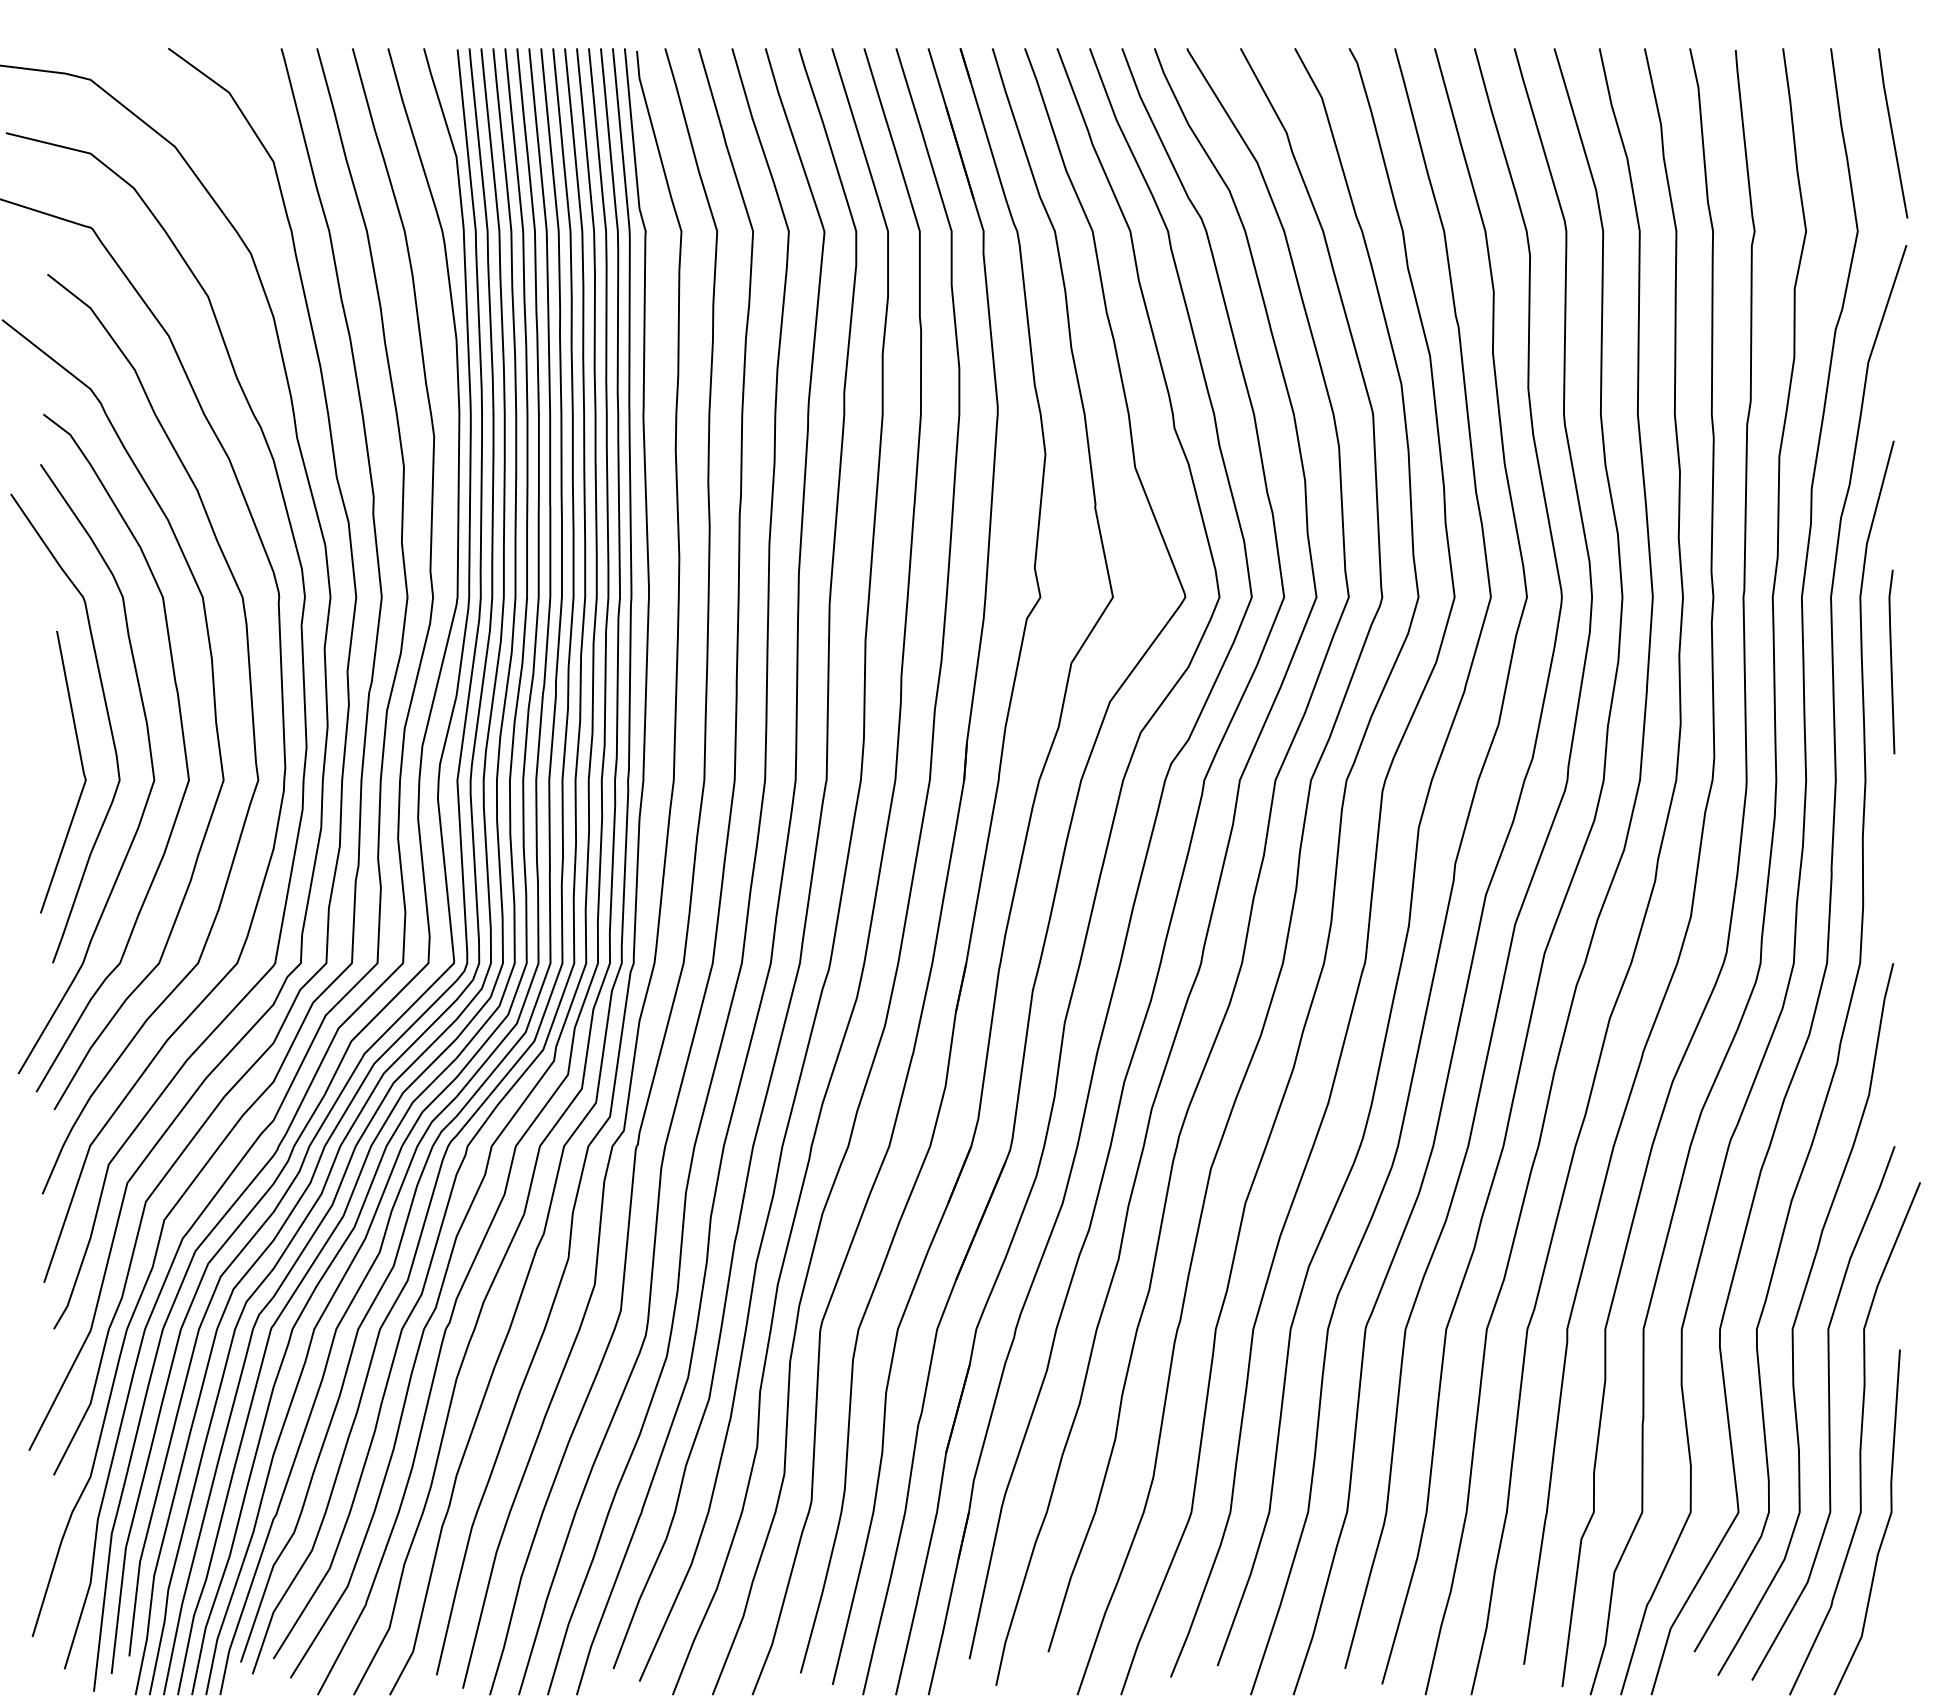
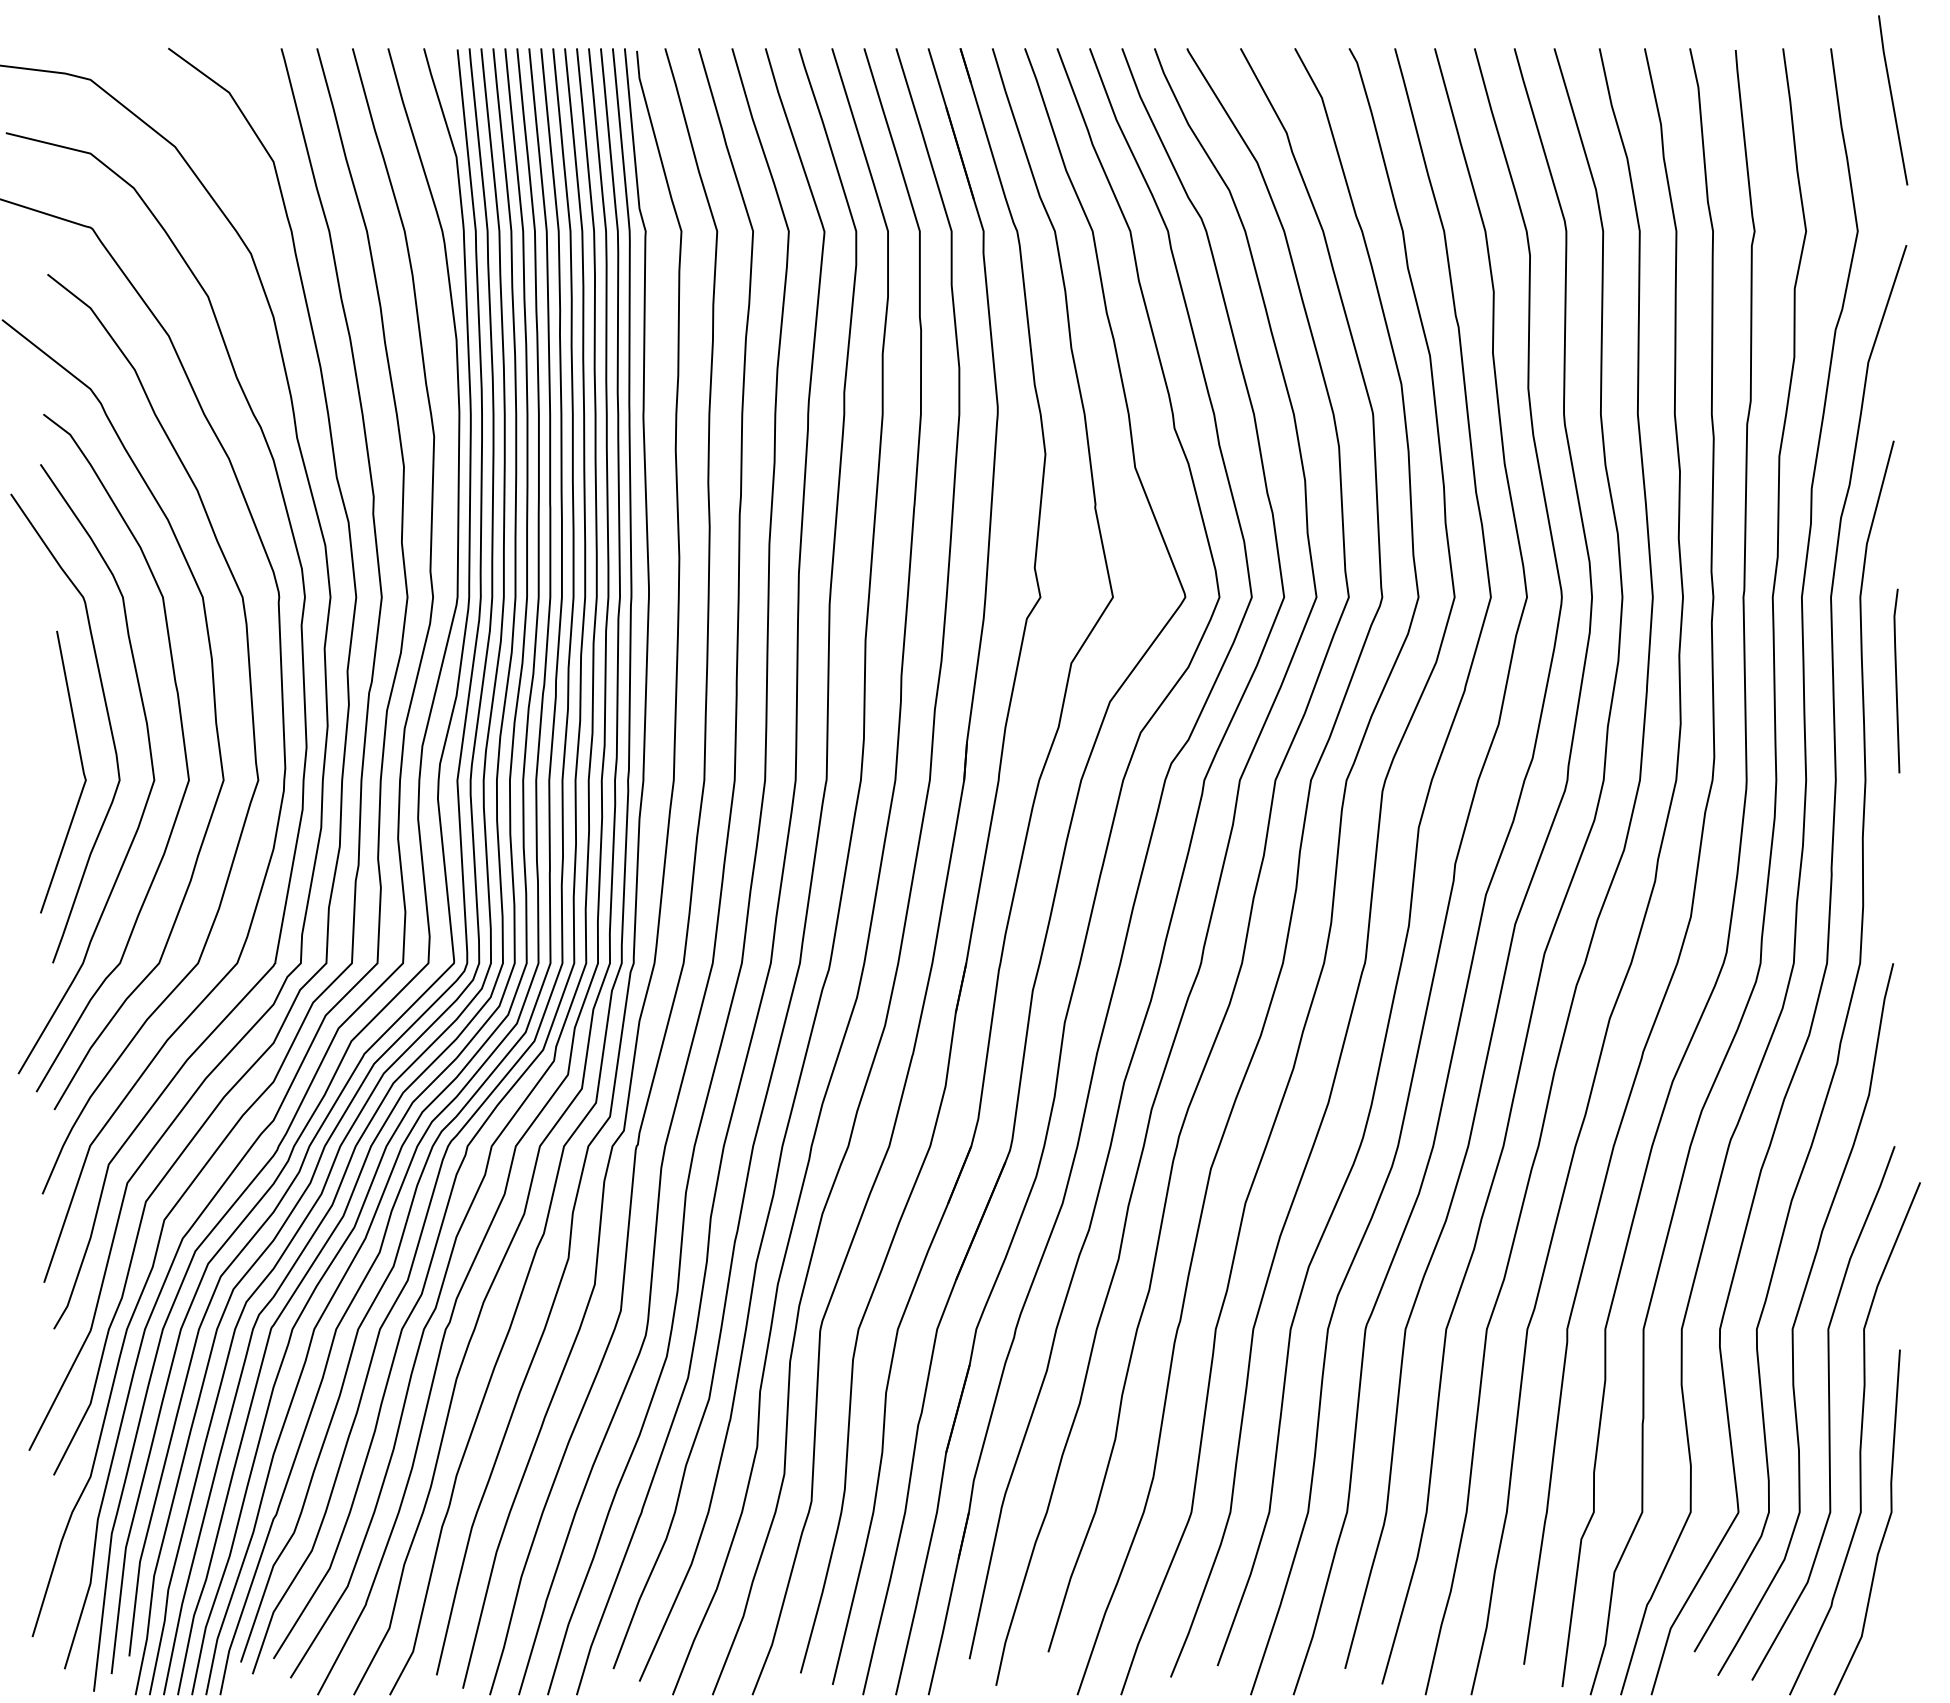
line at (1893, 133) position: (1893, 133) -> (1893, 100)
line at (1891, 661) position: (1891, 661) -> (1896, 680)
